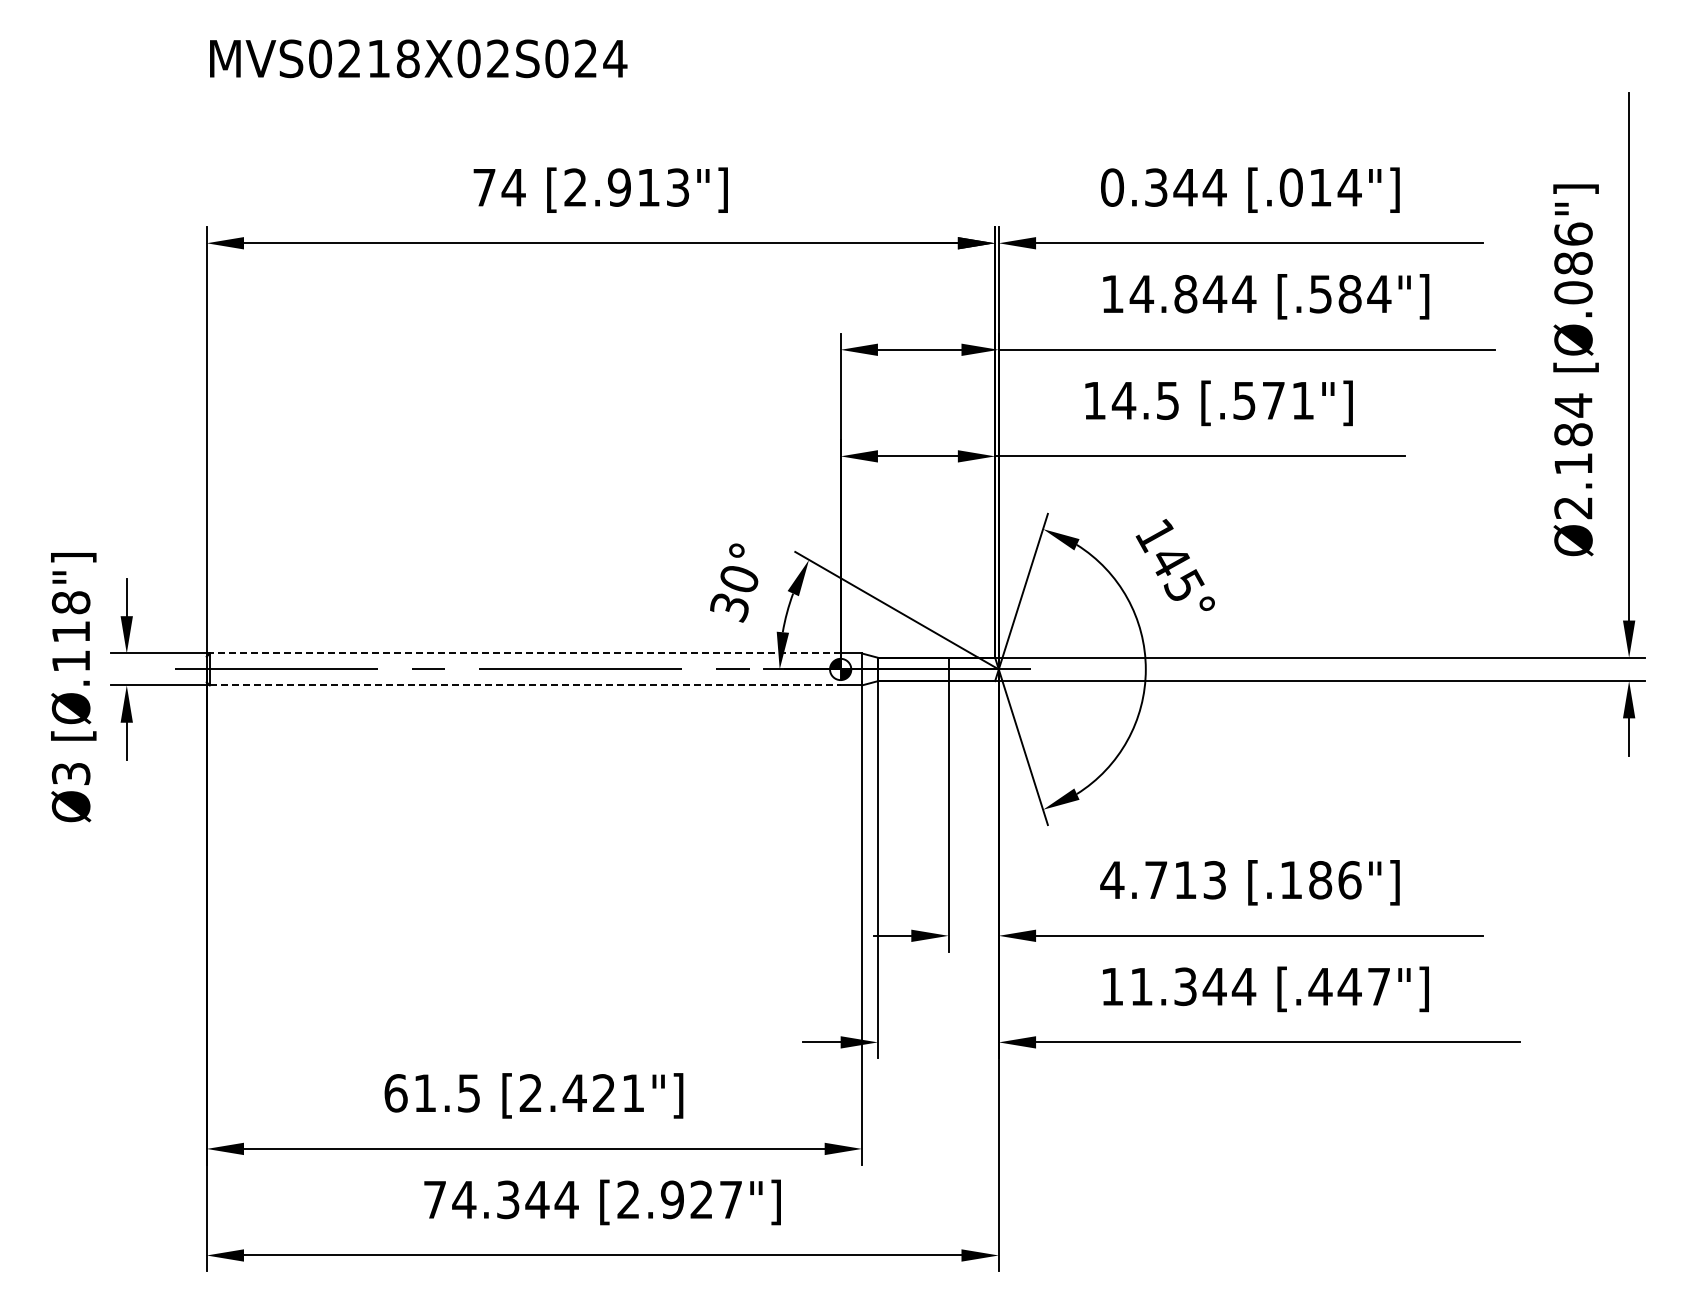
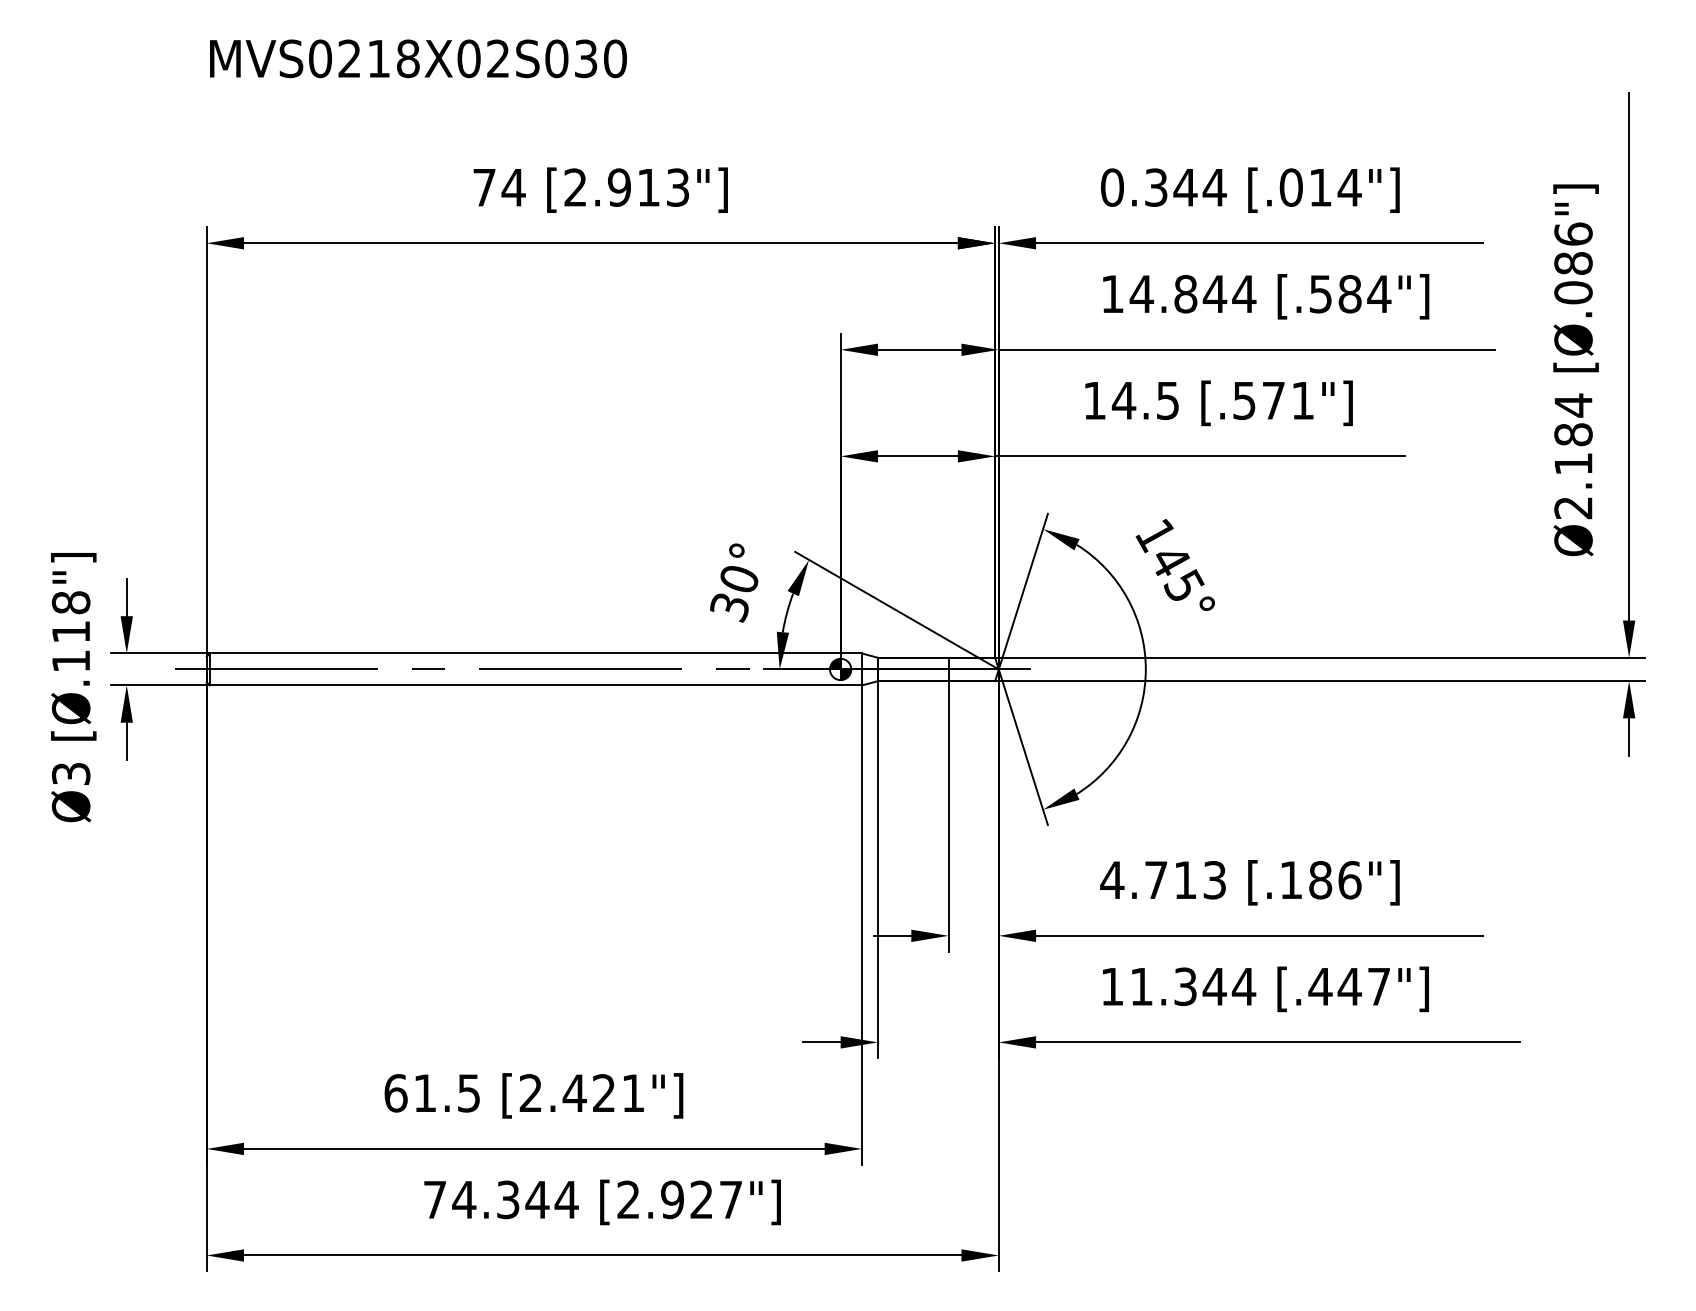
text at (601, 58): MVS0218X02S024 -> MVS0218X02S030
line at (524, 653): dashed -> solid
line at (525, 685): dashed -> solid
